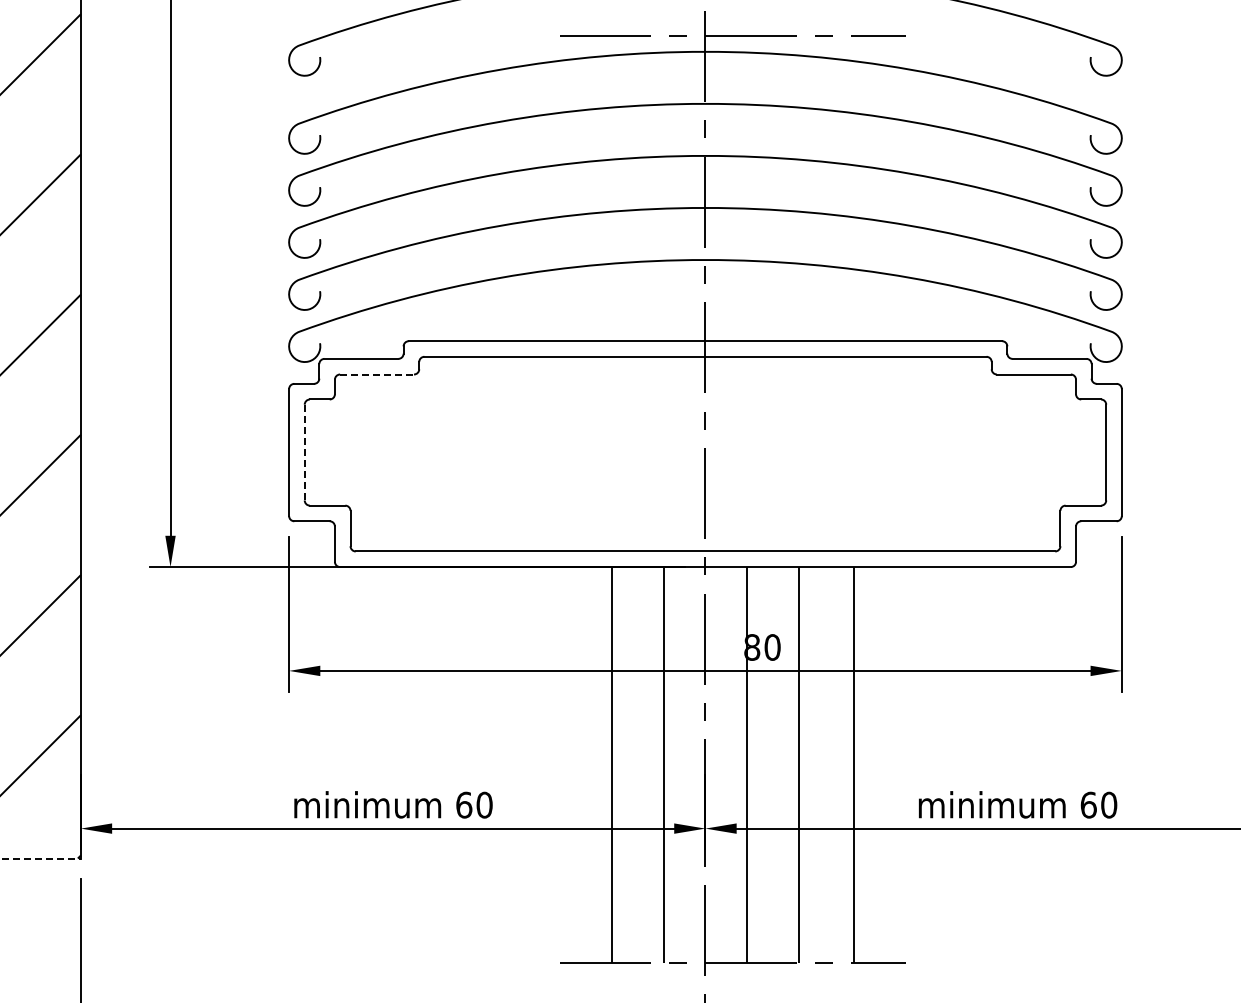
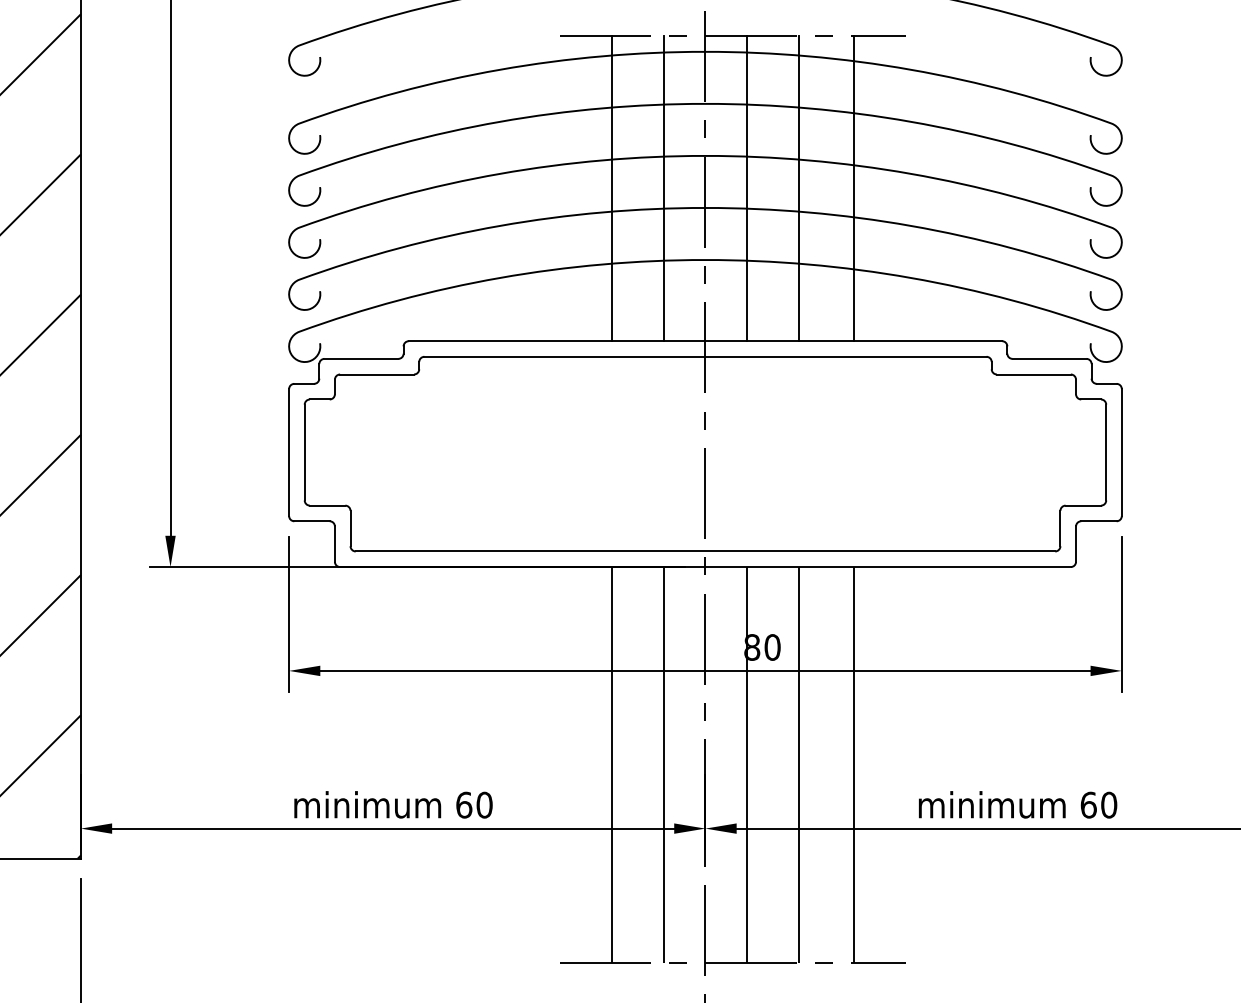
line at (611, 188): none -> present
line at (663, 188): none -> present
line at (747, 188): none -> present
line at (799, 188): none -> present
line at (854, 188): none -> present
line at (377, 374): dashed -> solid
line at (304, 452): dashed -> solid
line at (41, 858): dashed -> solid
